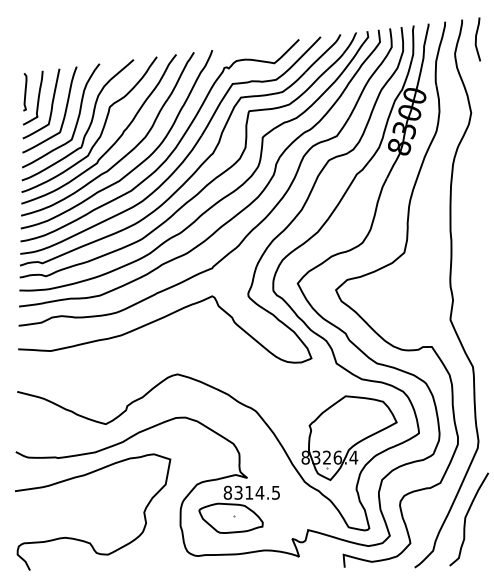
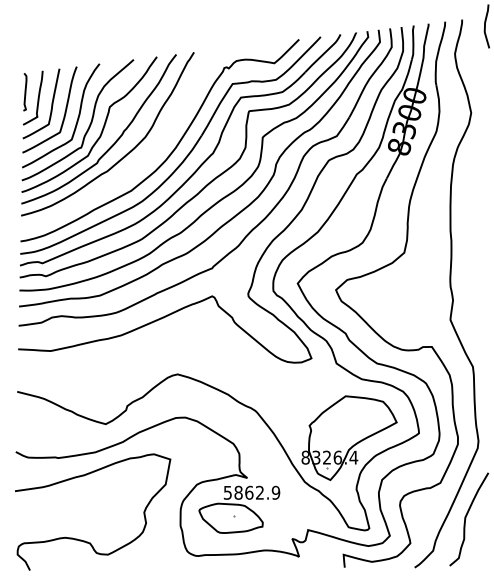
curve at (476, 39) position: (476, 39) -> (485, 26)
curve at (135, 166): present -> none
text at (251, 492): 8314.5 -> 5862.9
